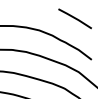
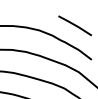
line at (74, 18) position: (74, 18) -> (74, 25)
